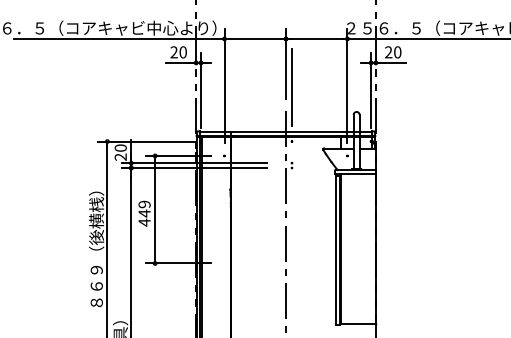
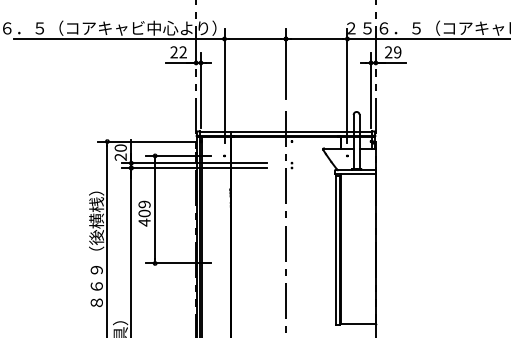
text at (182, 52): 20 -> 22
text at (397, 52): 20 -> 29
line at (291, 87): present -> none
text at (144, 213): 449 -> 409
